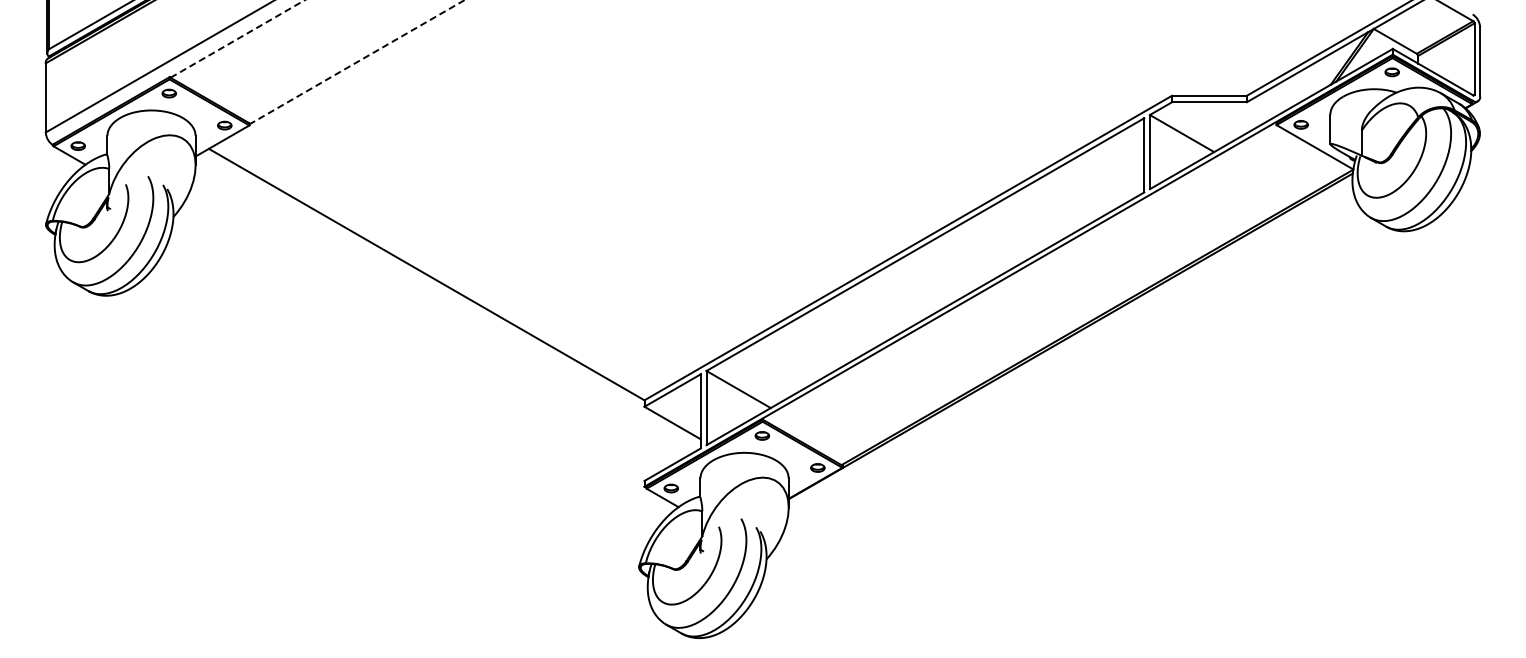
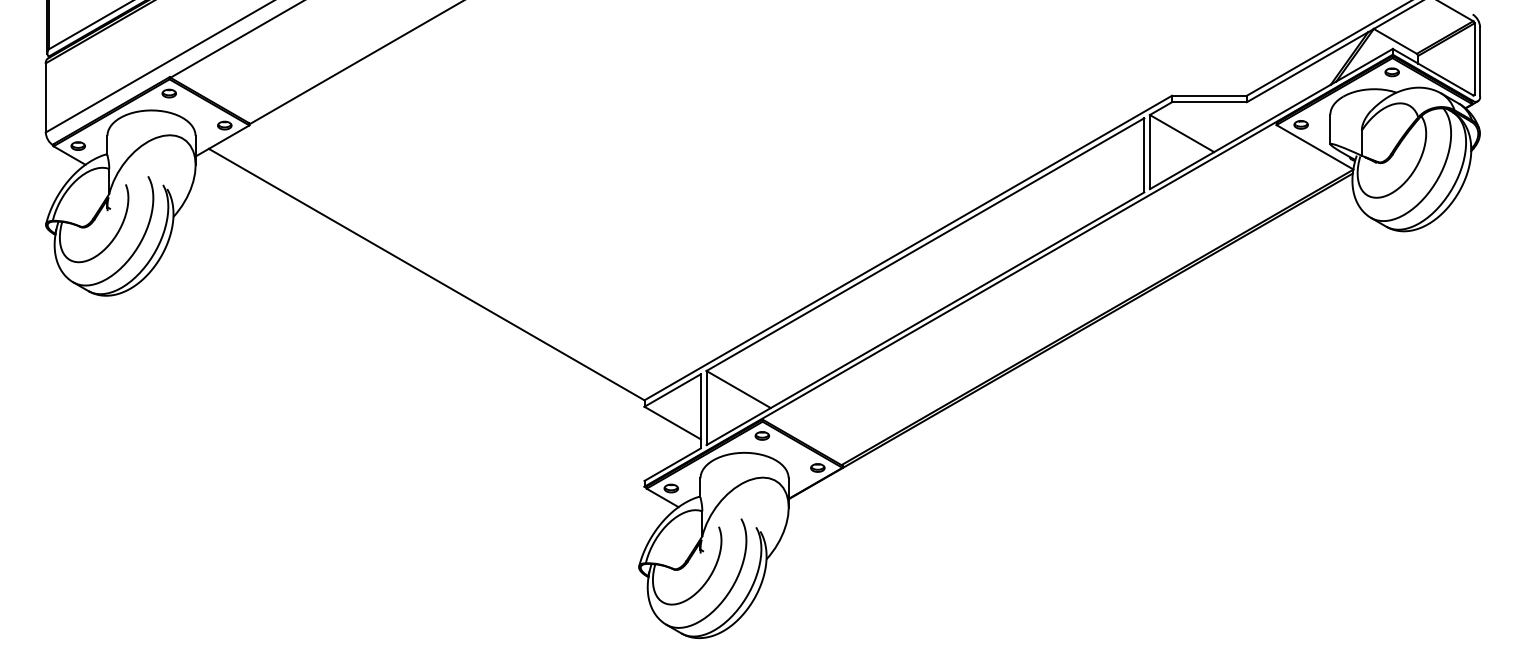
line at (238, 38): dashed -> solid
line at (356, 62): dashed -> solid
